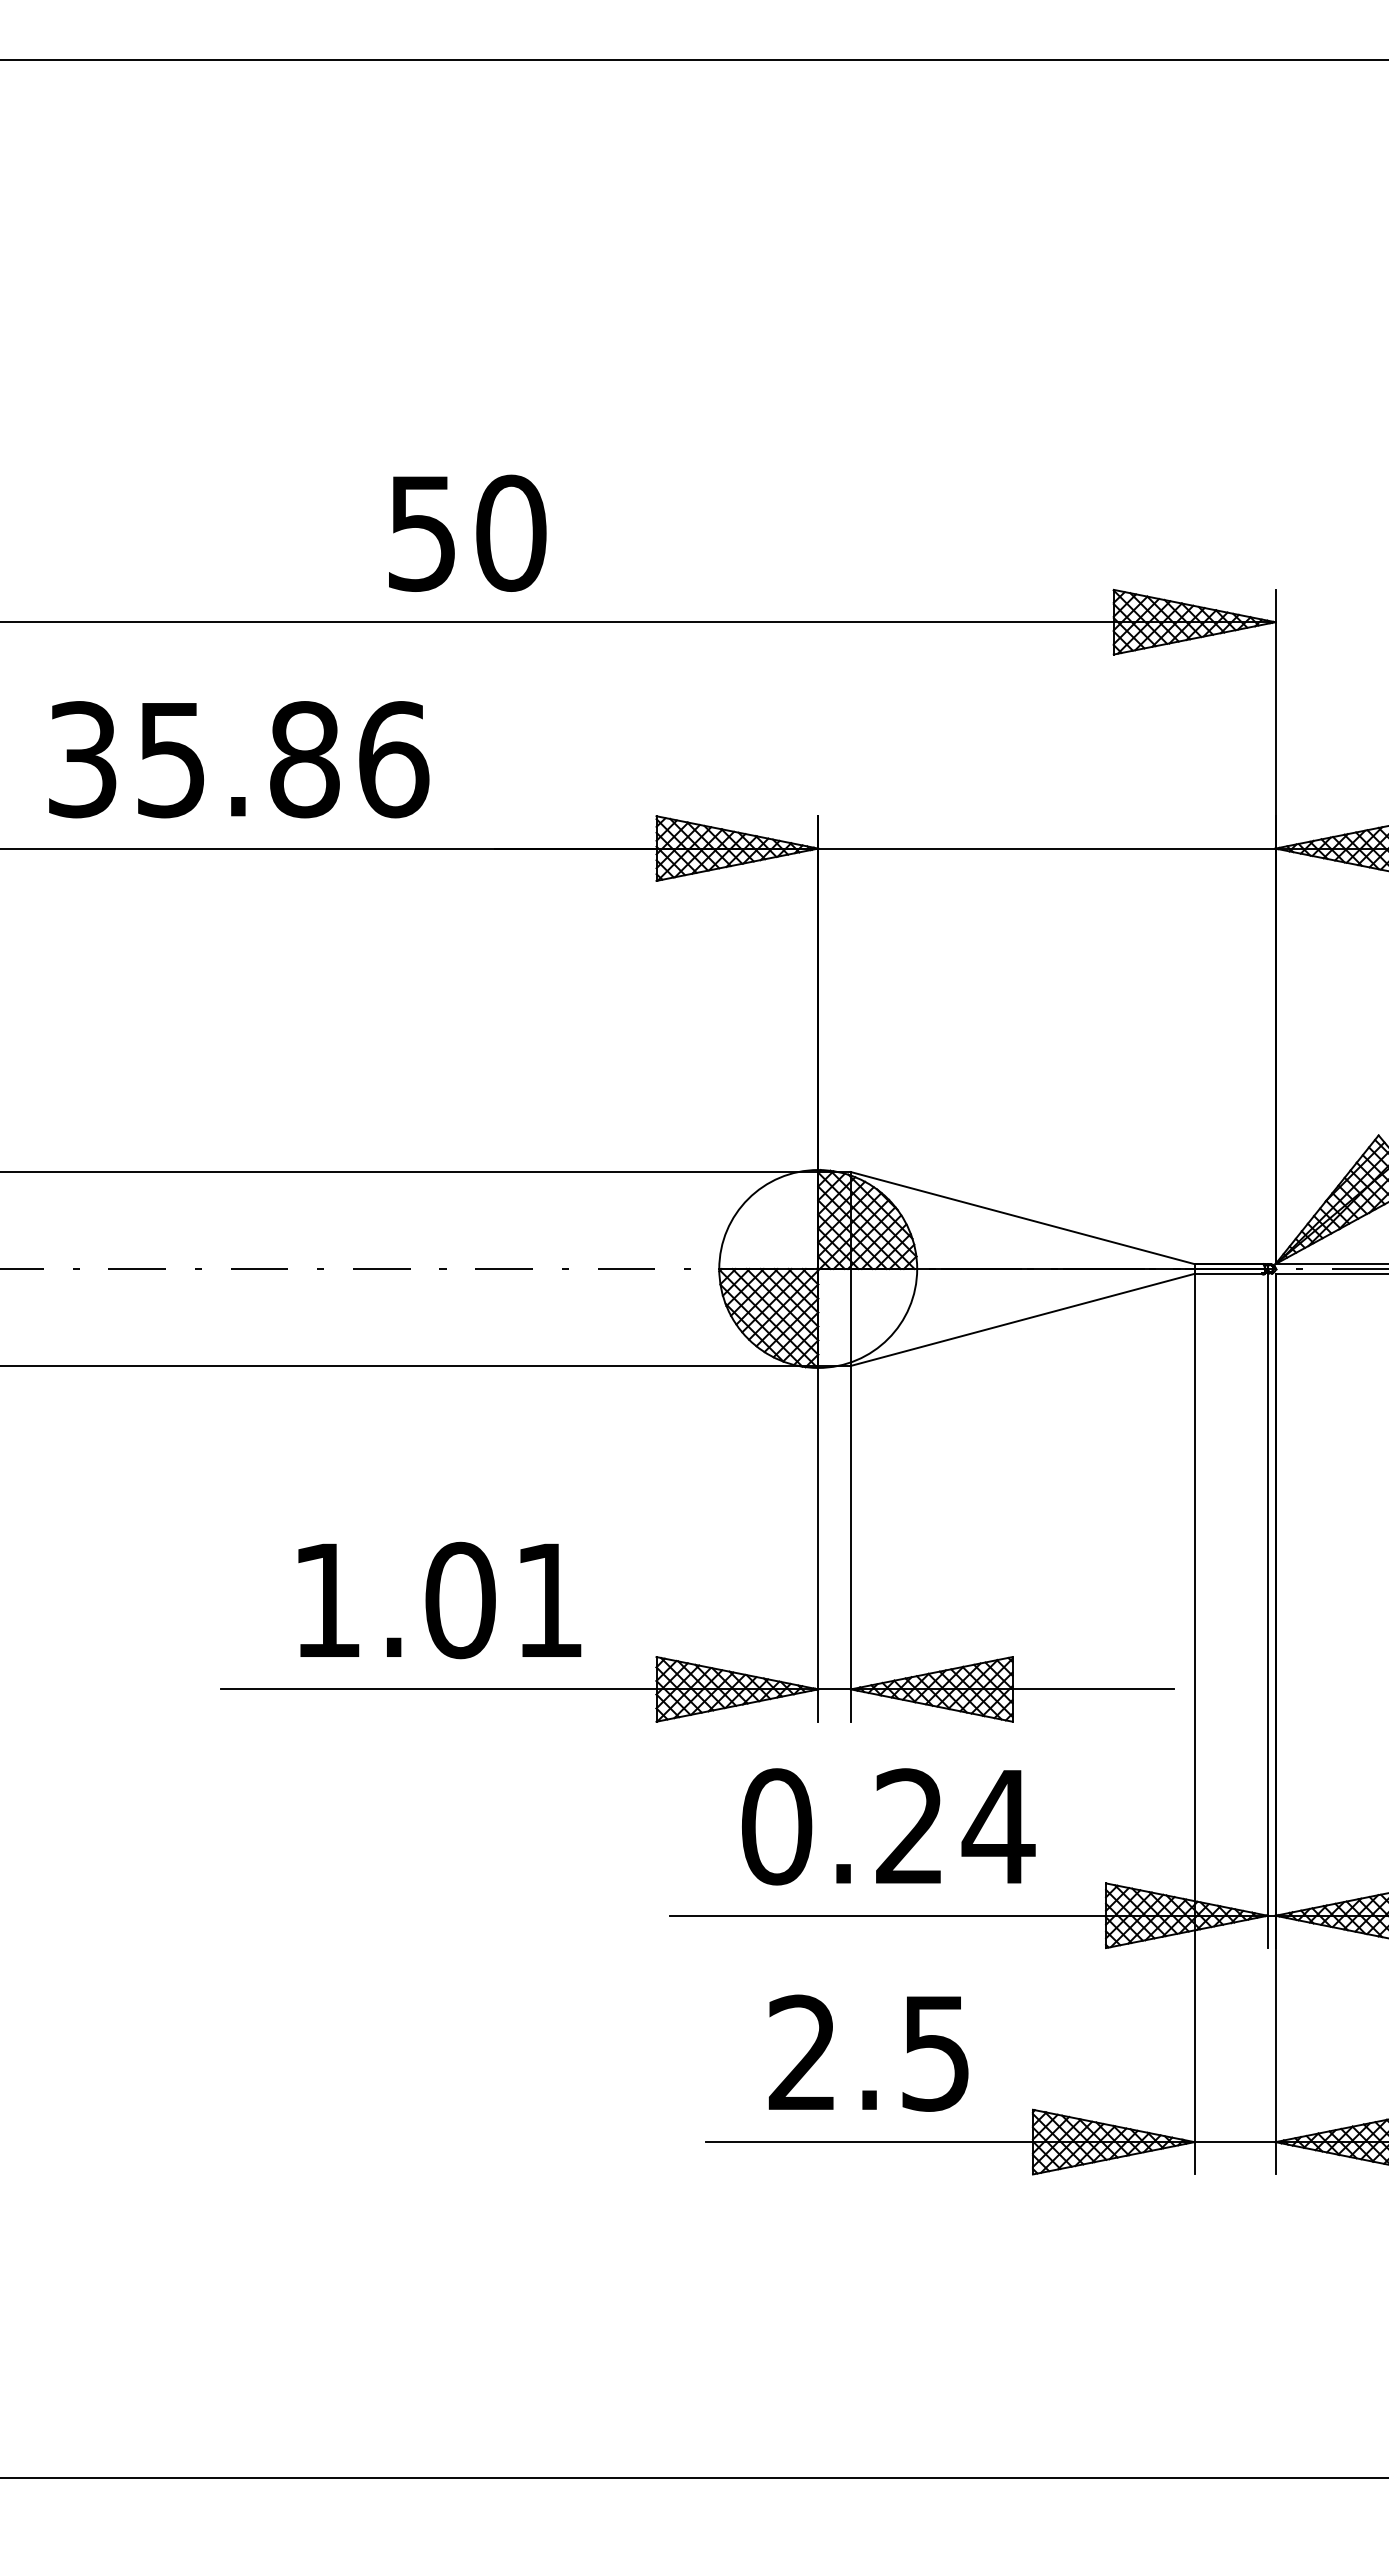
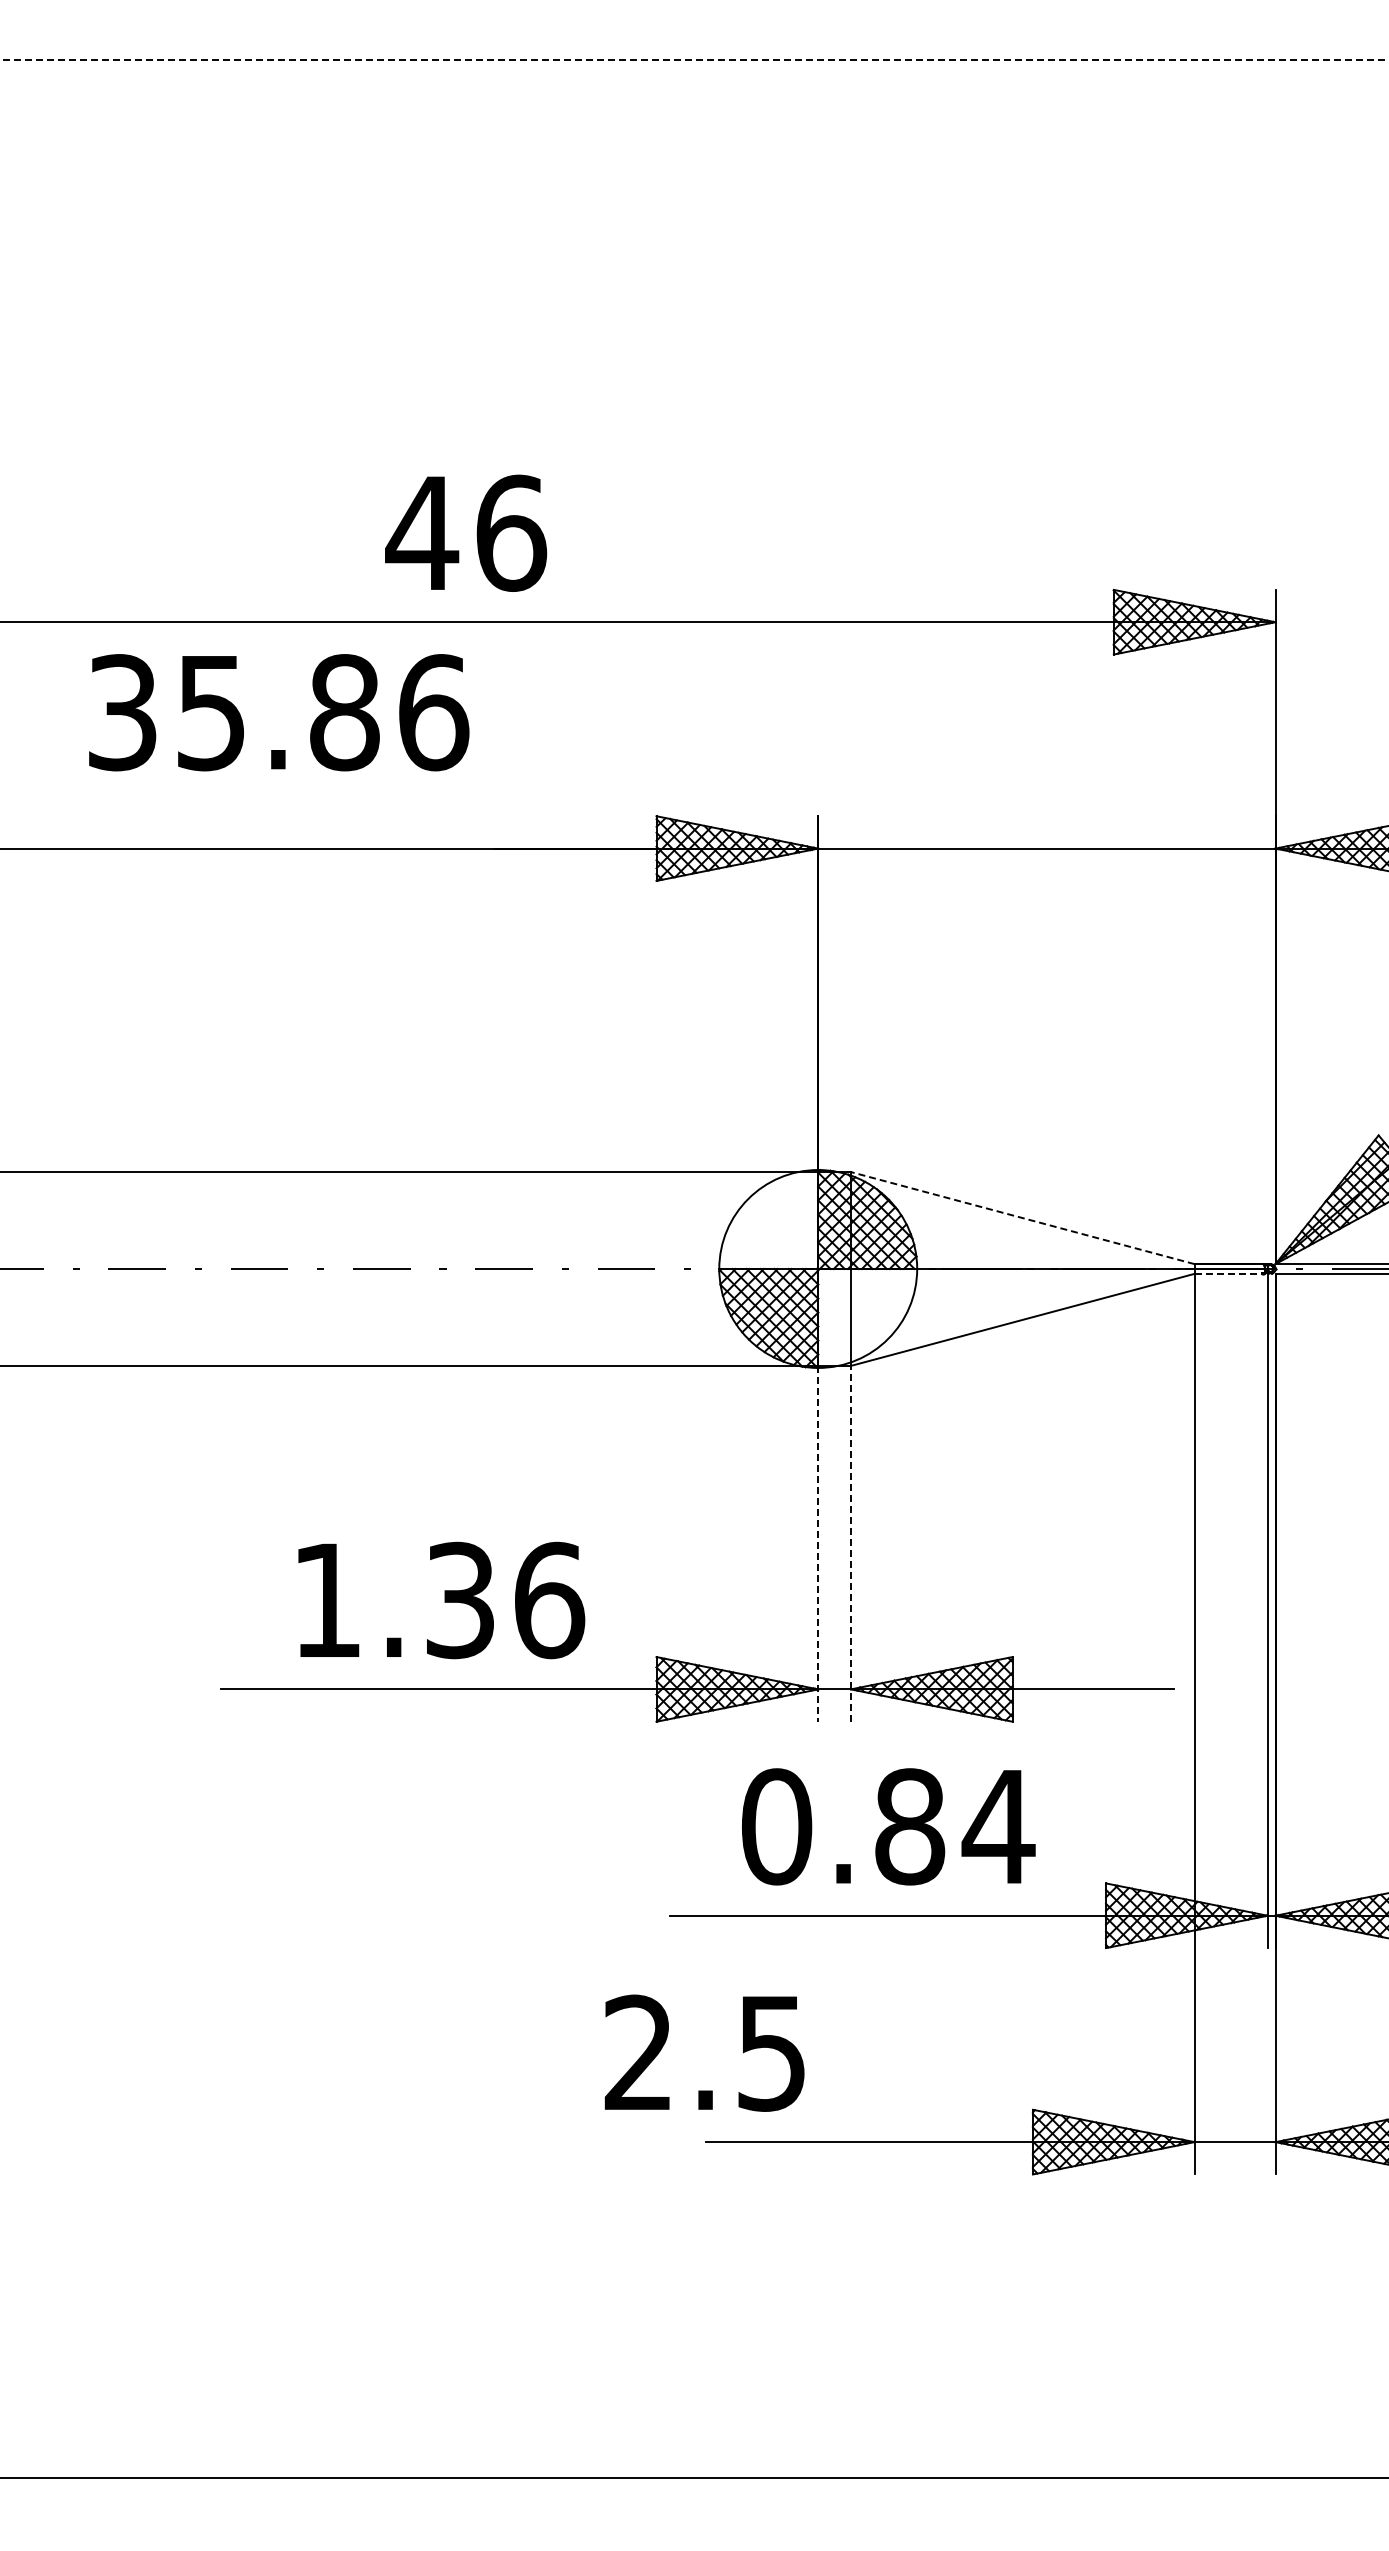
line at (694, 59): solid -> dashed
text at (466, 532): 50 -> 46
text at (239, 759) position: (239, 759) -> (279, 712)
line at (1022, 1217): solid -> dashed
line at (1229, 1273): solid -> dashed
line at (818, 1543): solid -> dashed
line at (850, 1543): solid -> dashed
text at (505, 1600): 1.01 -> 1.36
text at (910, 1826): 0.24 -> 0.84
text at (868, 2052) position: (868, 2052) -> (704, 2052)
